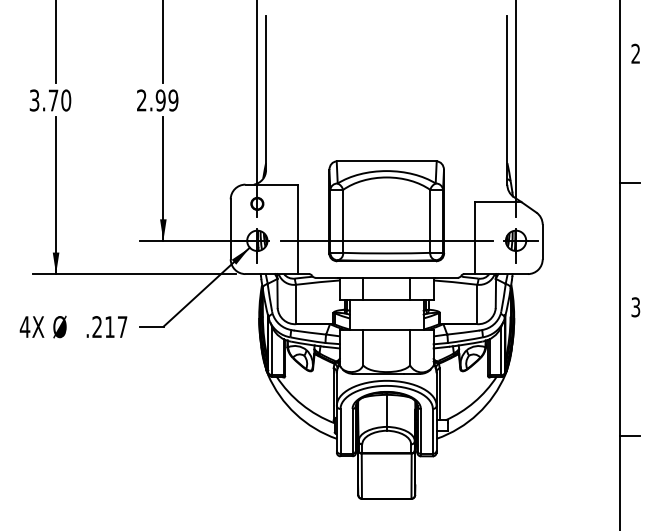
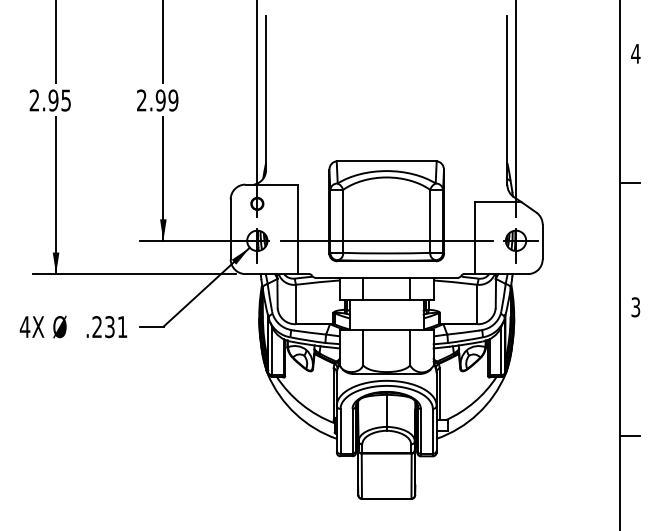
text at (635, 53): 2 -> 4
text at (50, 100): 3.70 -> 2.95
text at (116, 327): .217 -> .231
